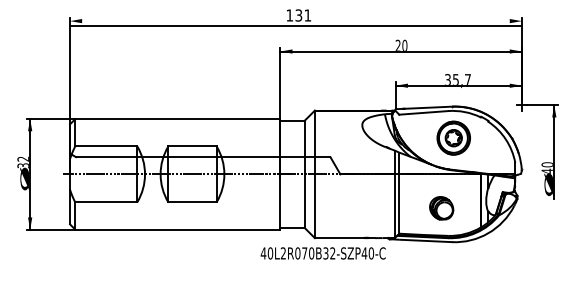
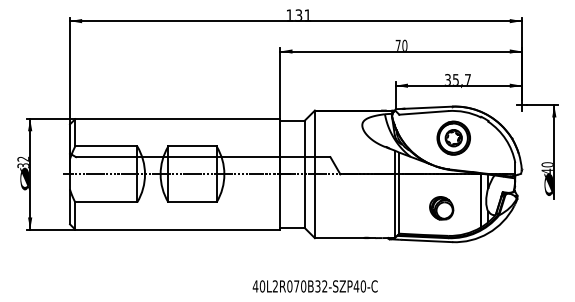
line at (295, 26) position: (295, 26) -> (295, 21)
text at (397, 44): 20 -> 70
text at (322, 253) position: (322, 253) -> (314, 286)
